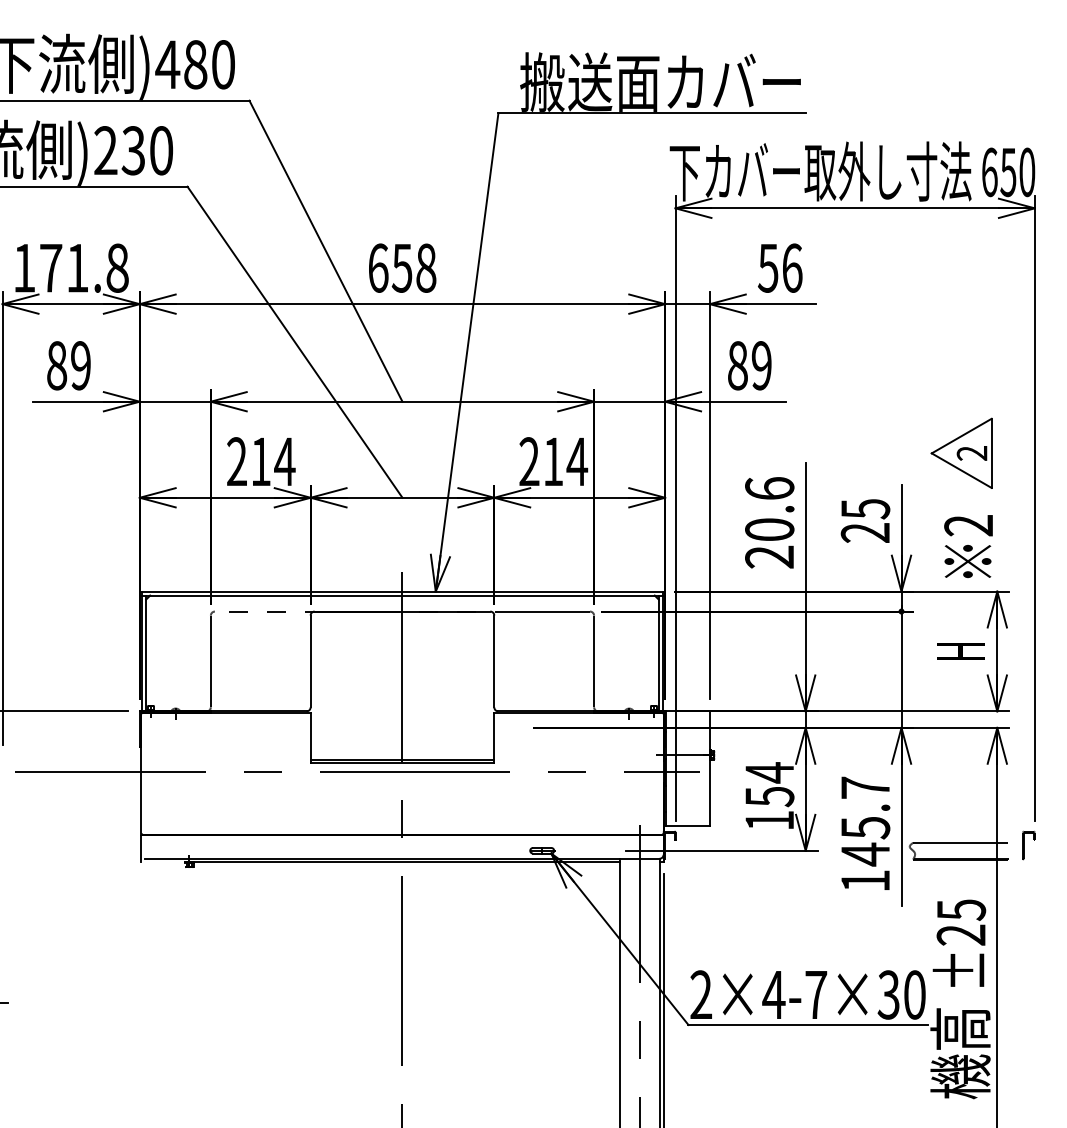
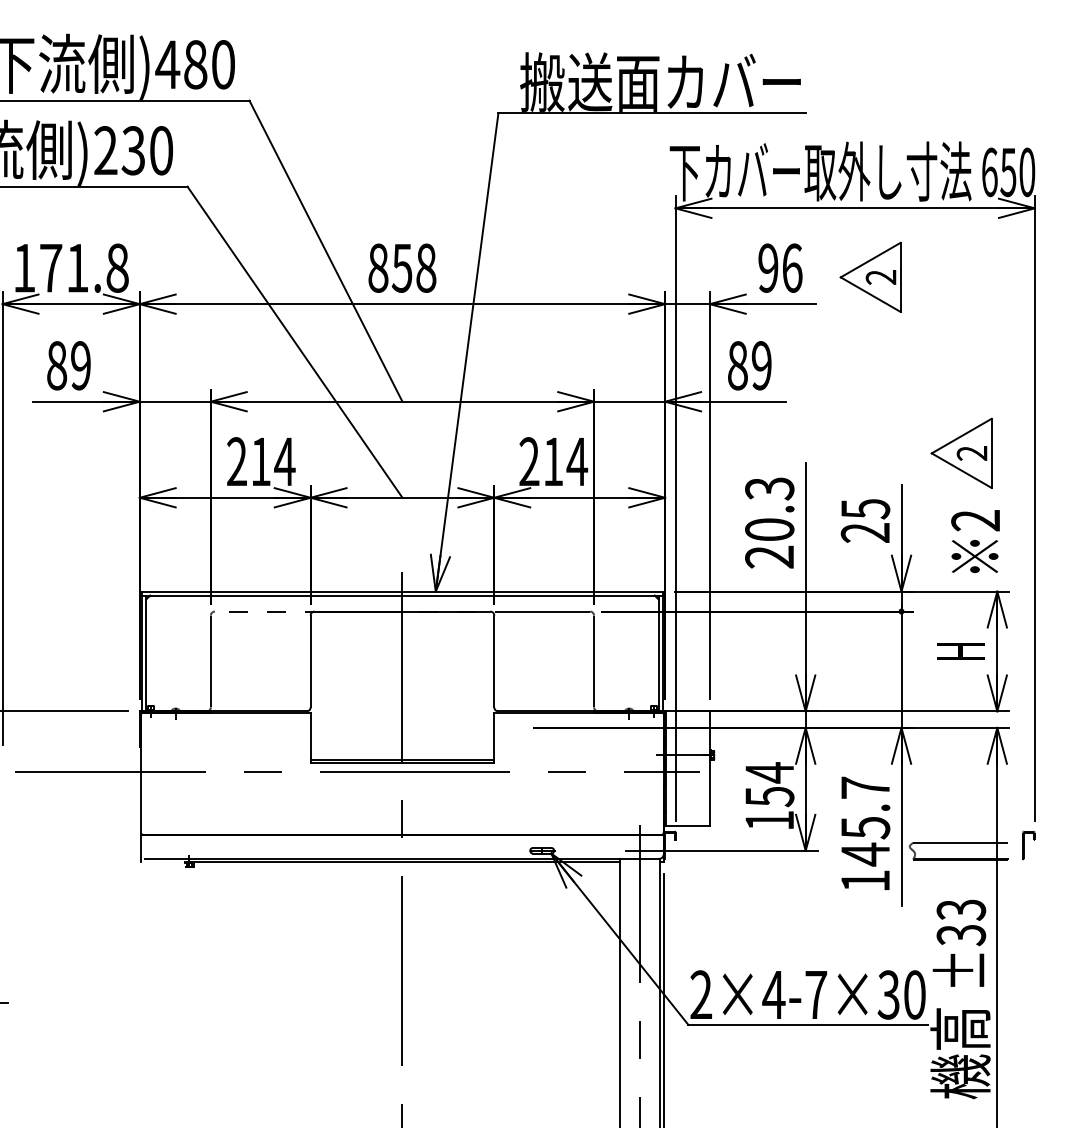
text at (378, 267): 658 -> 858
text at (767, 267): 56 -> 96
part at (870, 276): none -> present
text at (769, 488): 20.6 -> 20.3
text at (968, 546) position: (968, 546) -> (975, 541)
text at (961, 922): ±25 -> ±33
